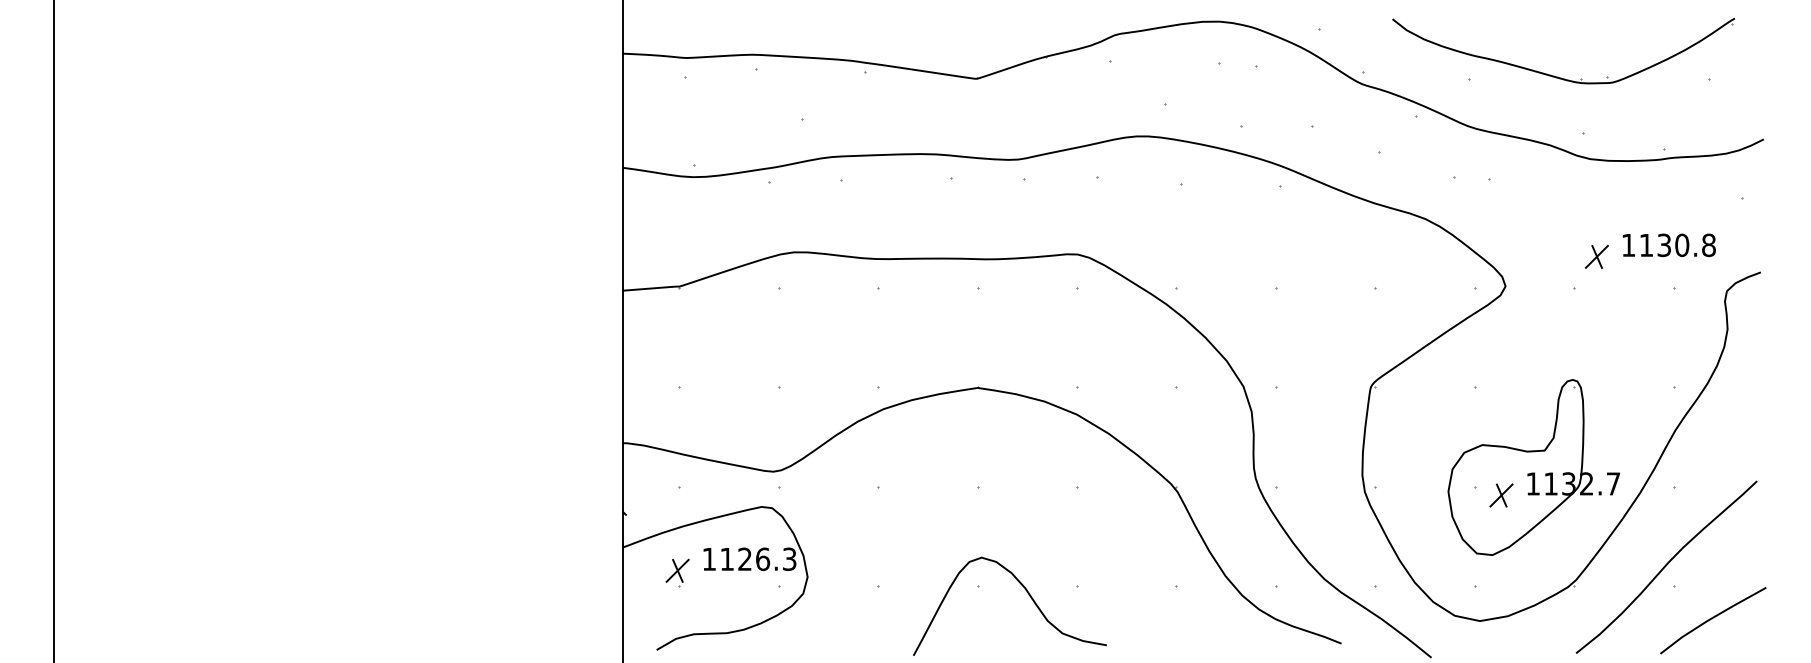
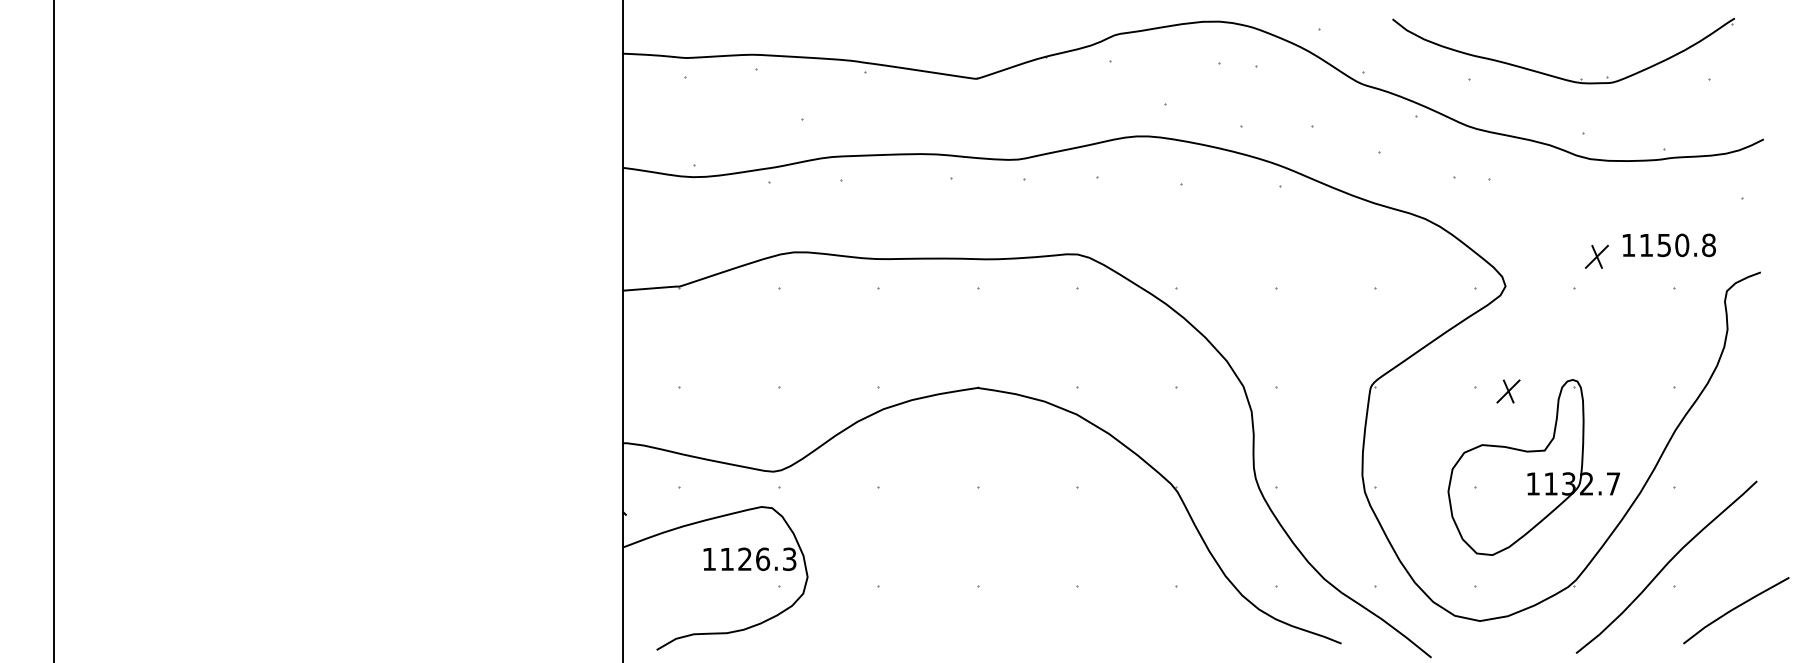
text at (1664, 244): 1130.8 -> 1150.8
part at (1501, 495) position: (1501, 495) -> (1508, 391)
part at (677, 572): present -> none
curve at (1027, 593): present -> none
curve at (1712, 619) position: (1712, 619) -> (1735, 609)
